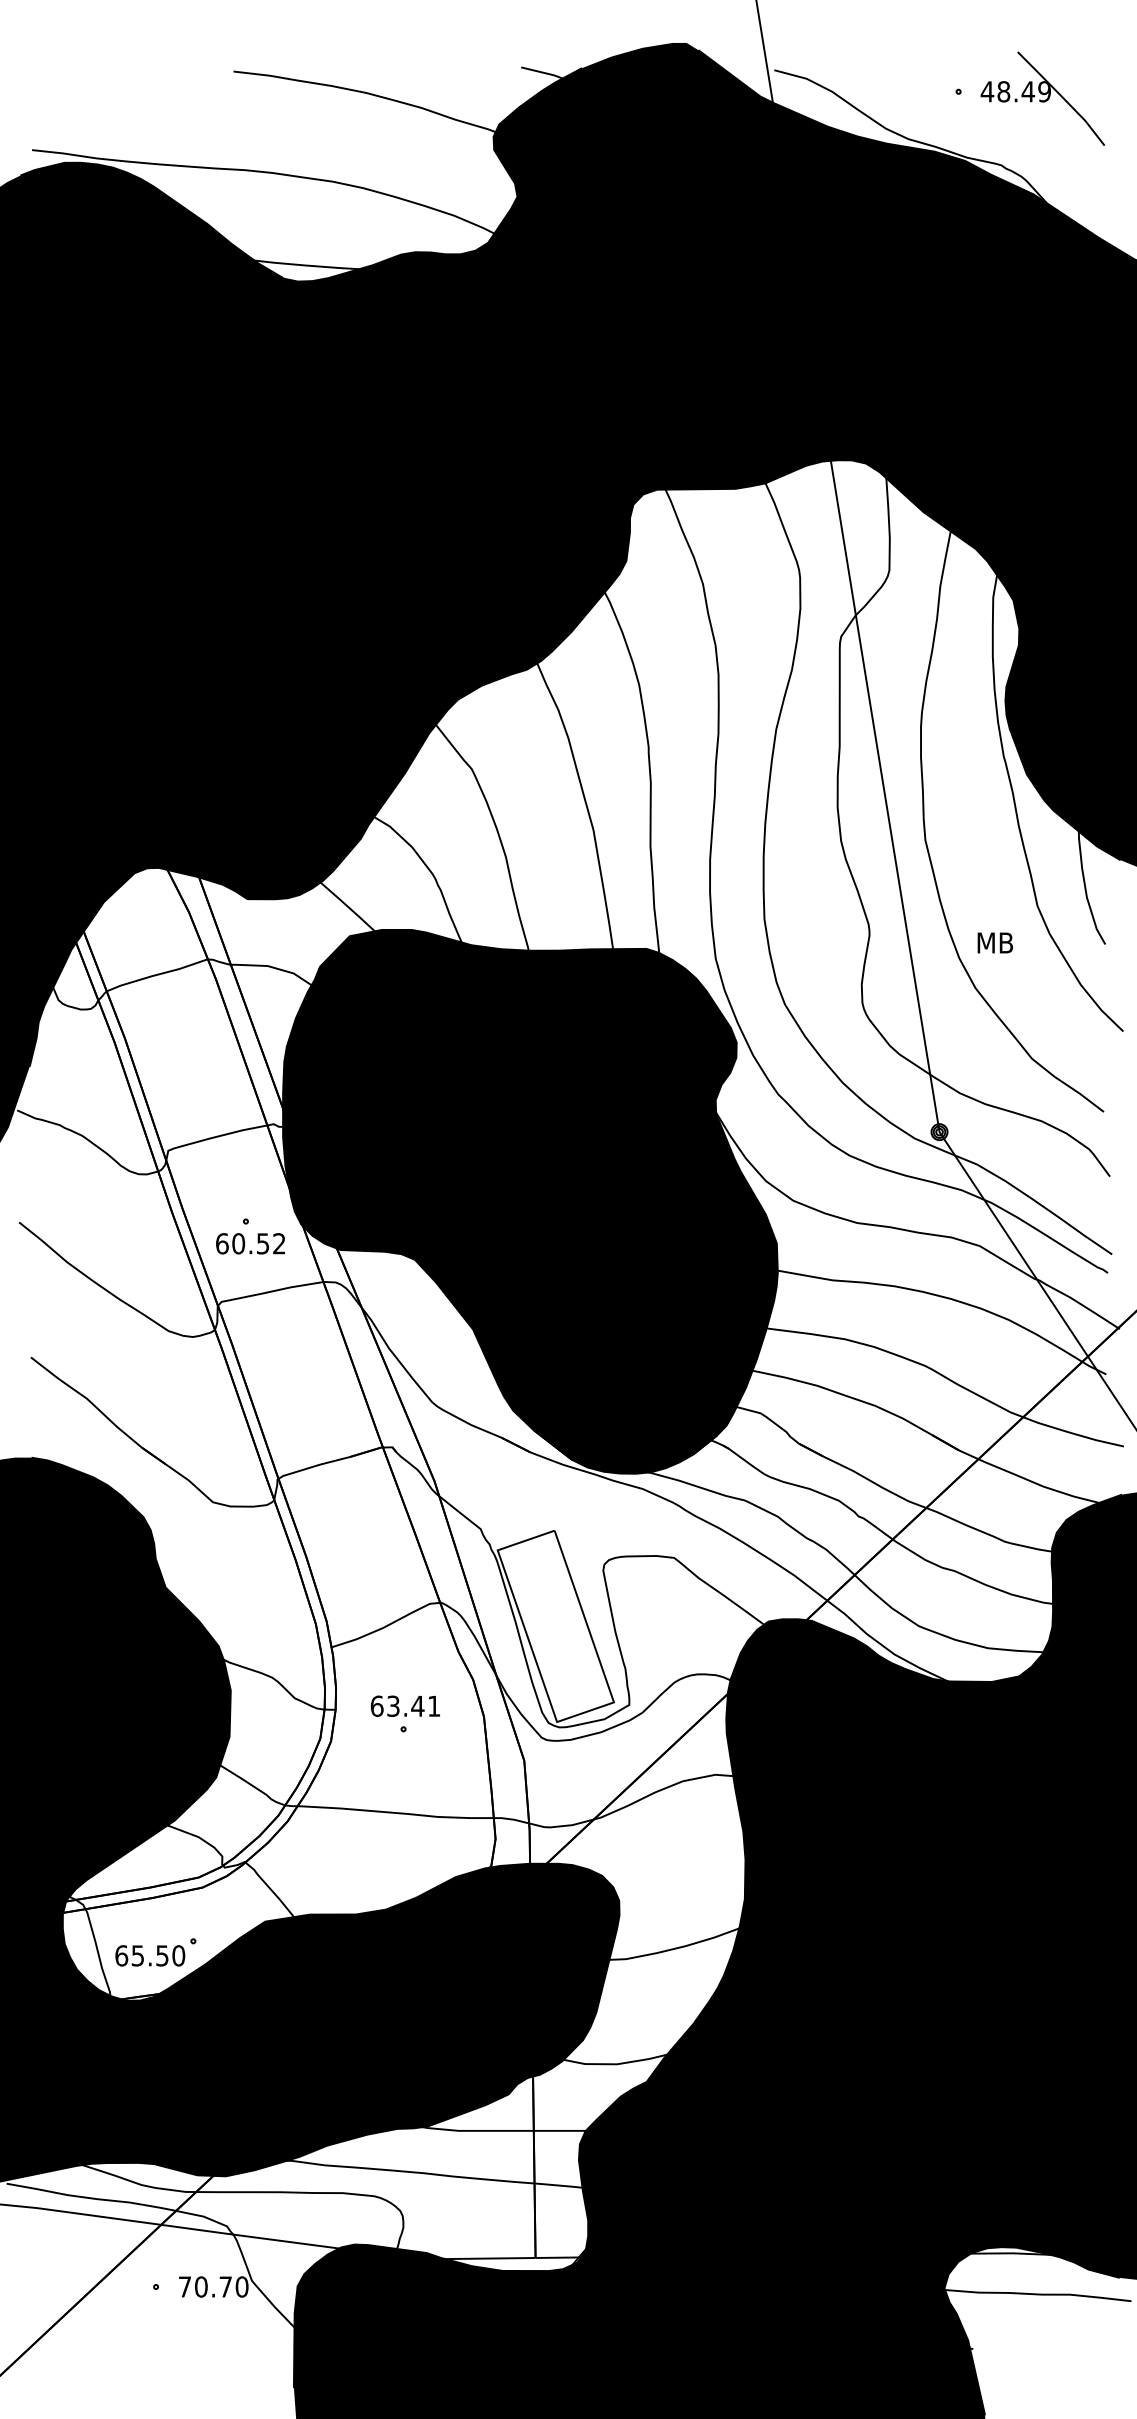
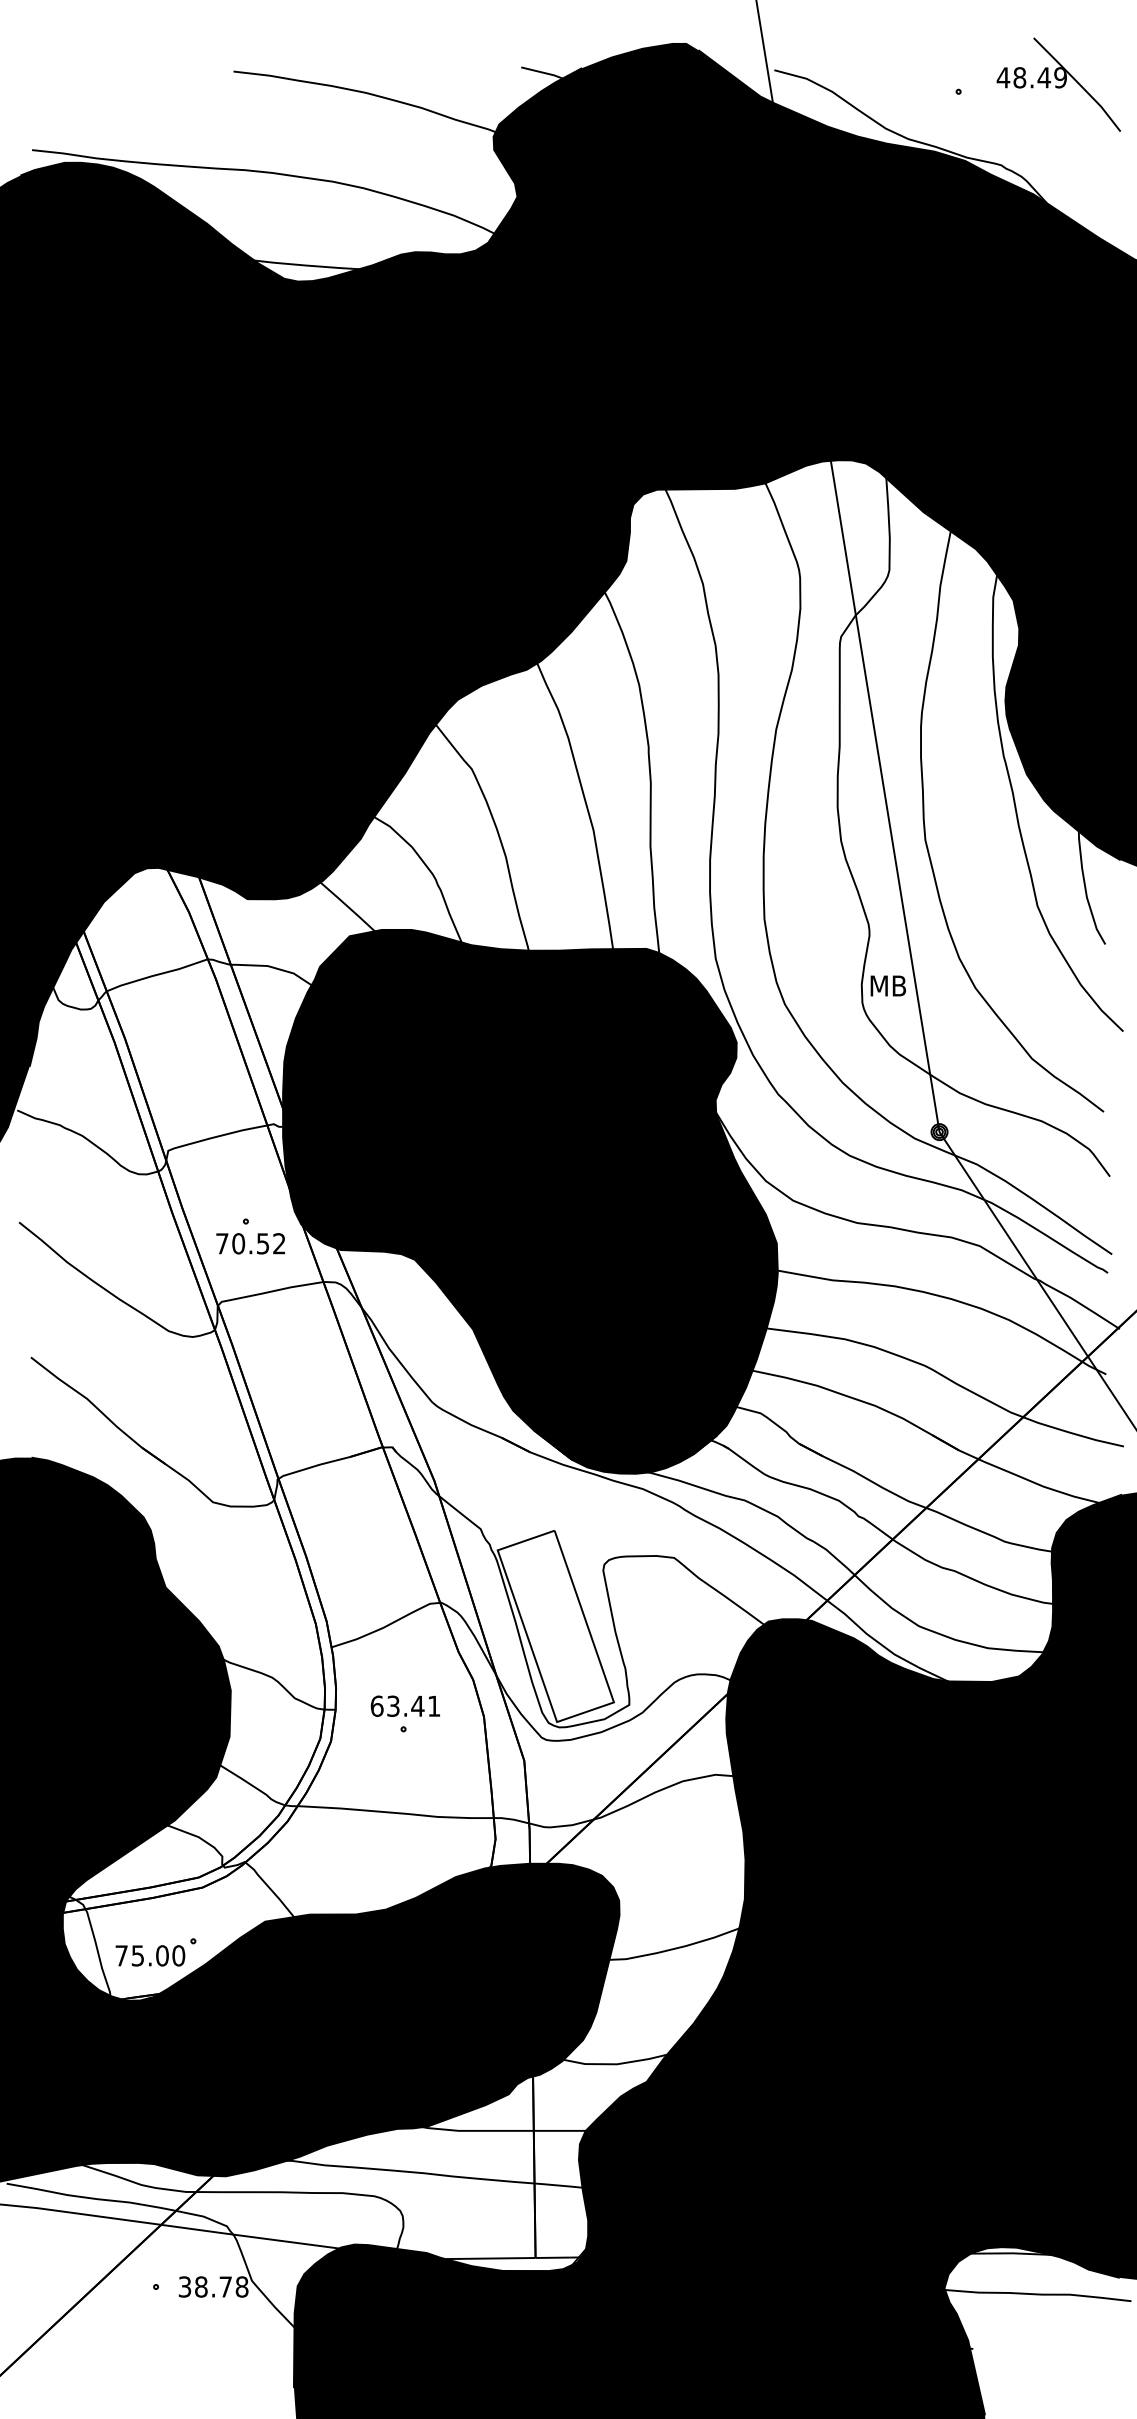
part at (1042, 98) position: (1042, 98) -> (1058, 84)
text at (994, 942) position: (994, 942) -> (887, 985)
text at (222, 1243): 60.52 -> 70.52
text at (141, 1955): 65.50 -> 75.00
text at (213, 2286): 70.70 -> 38.78
